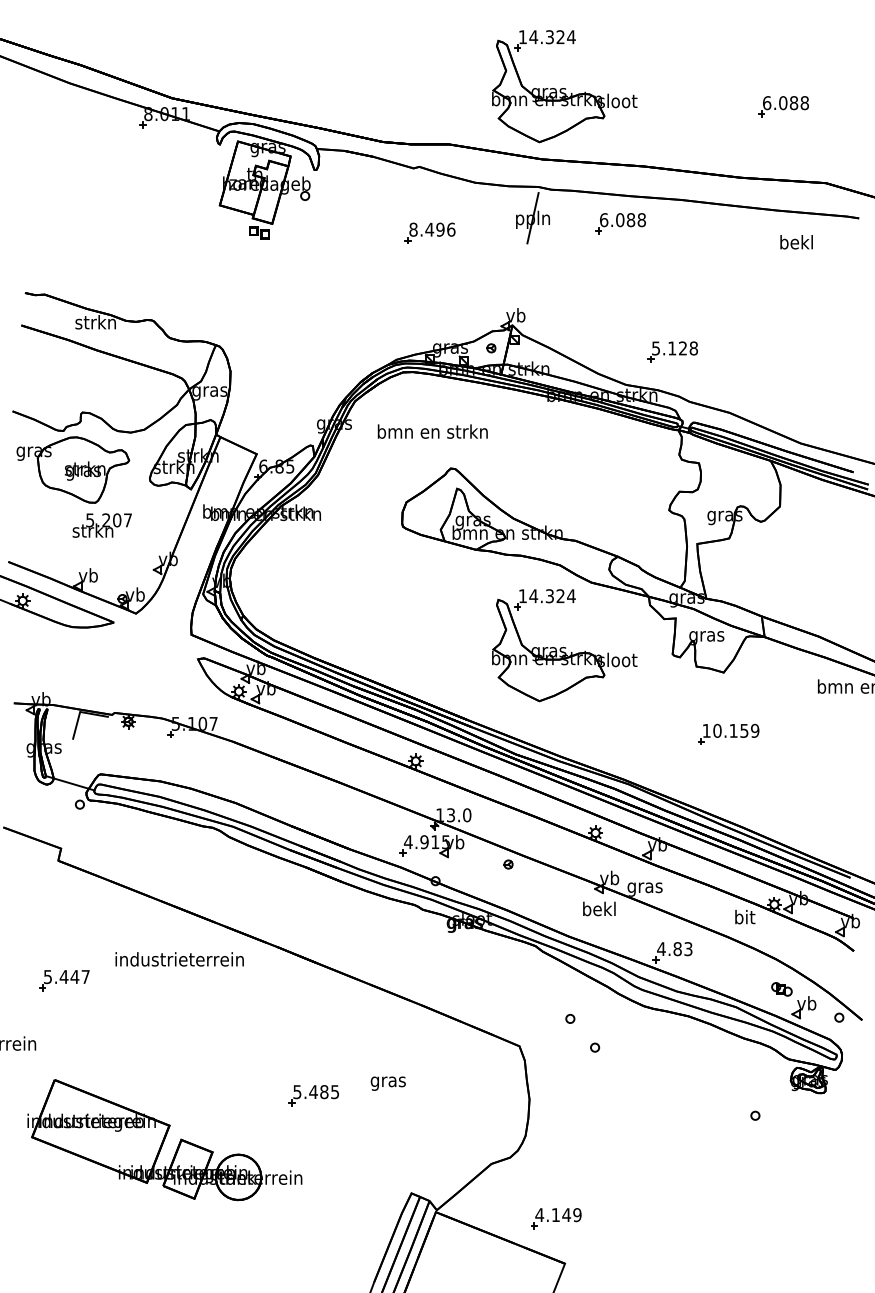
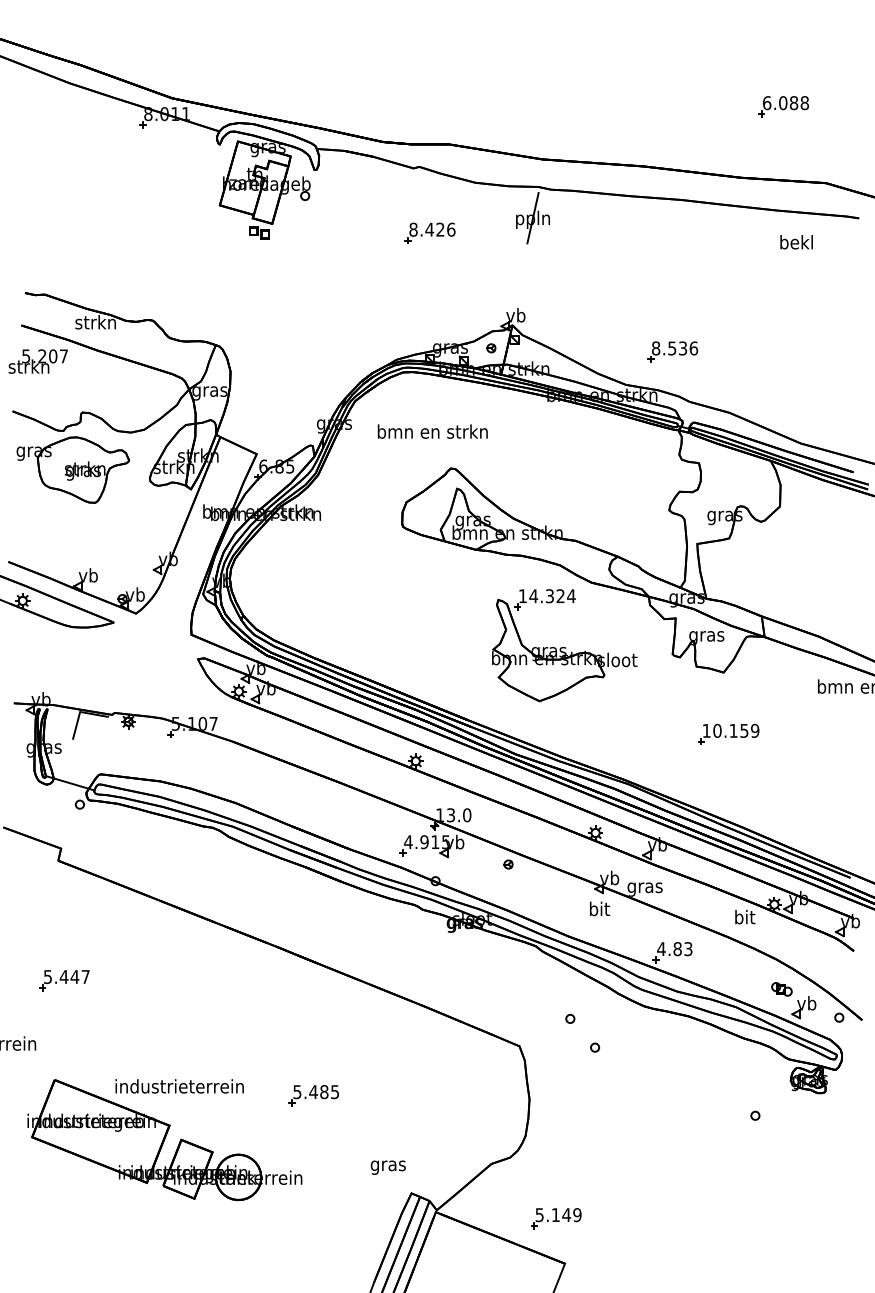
part at (564, 86): present -> none
part at (620, 223): present -> none
text at (440, 229): 8.496 -> 8.426
text at (675, 348): 5.128 -> 8.536
text at (101, 525) position: (101, 525) -> (37, 361)
text at (599, 908): bekl -> bit
text at (179, 959) position: (179, 959) -> (179, 1086)
text at (387, 1083) position: (387, 1083) -> (387, 1167)
text at (539, 1215): 4.149 -> 5.149
